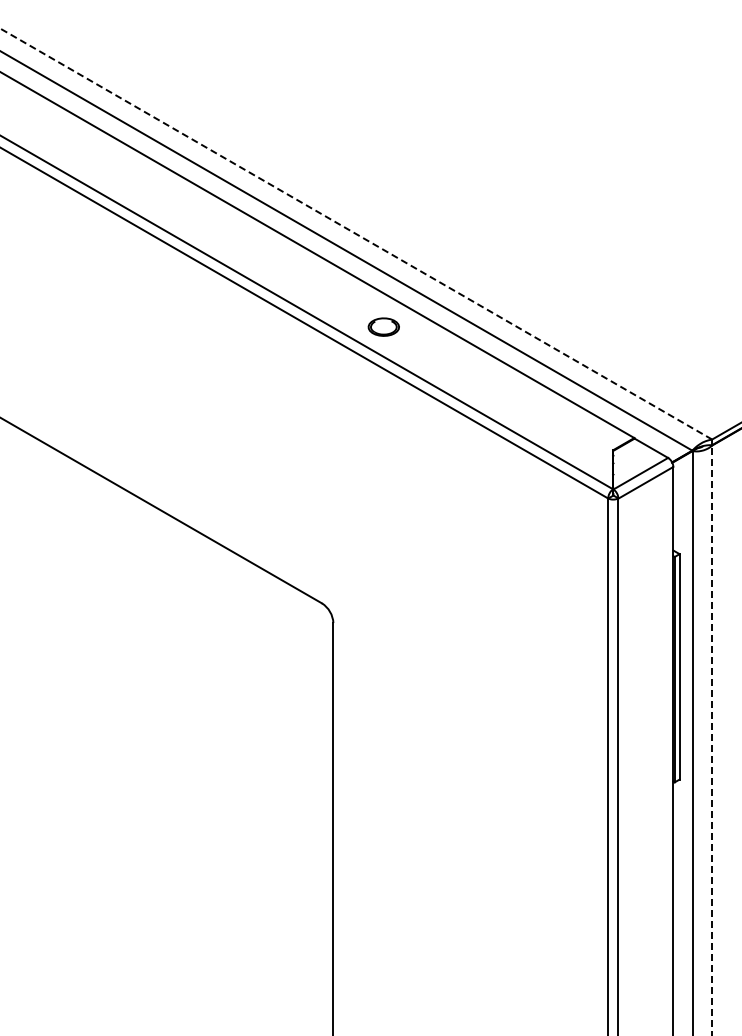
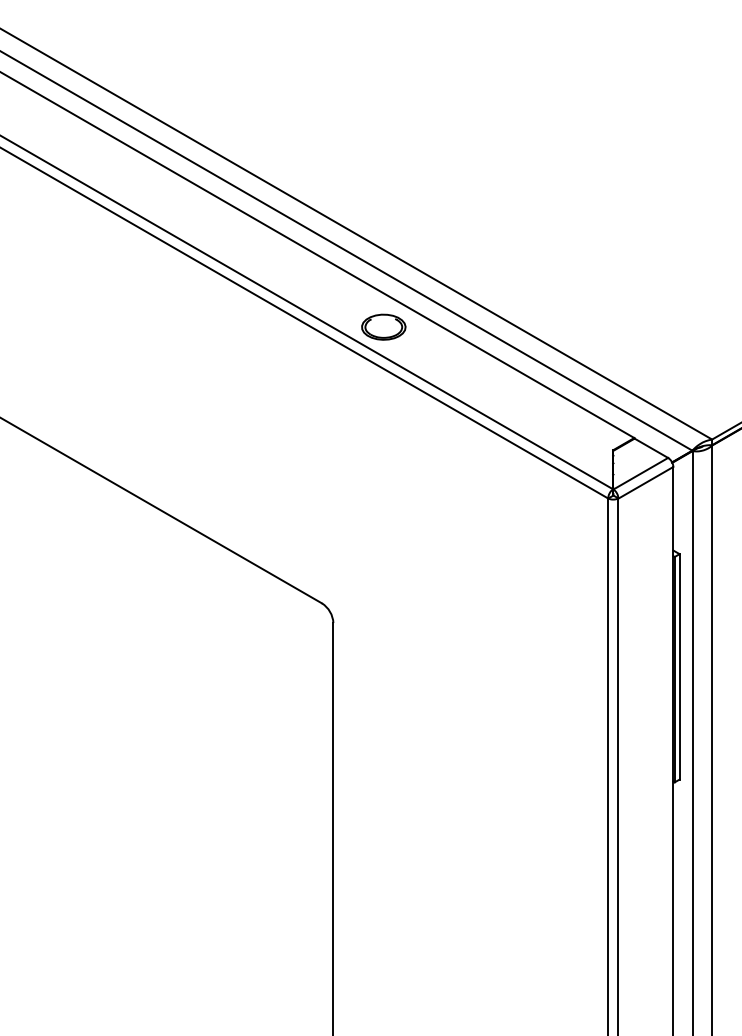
line at (356, 234): dashed -> solid
part at (383, 326) size: 33x20 px -> 46x28 px
line at (712, 740): dashed -> solid
